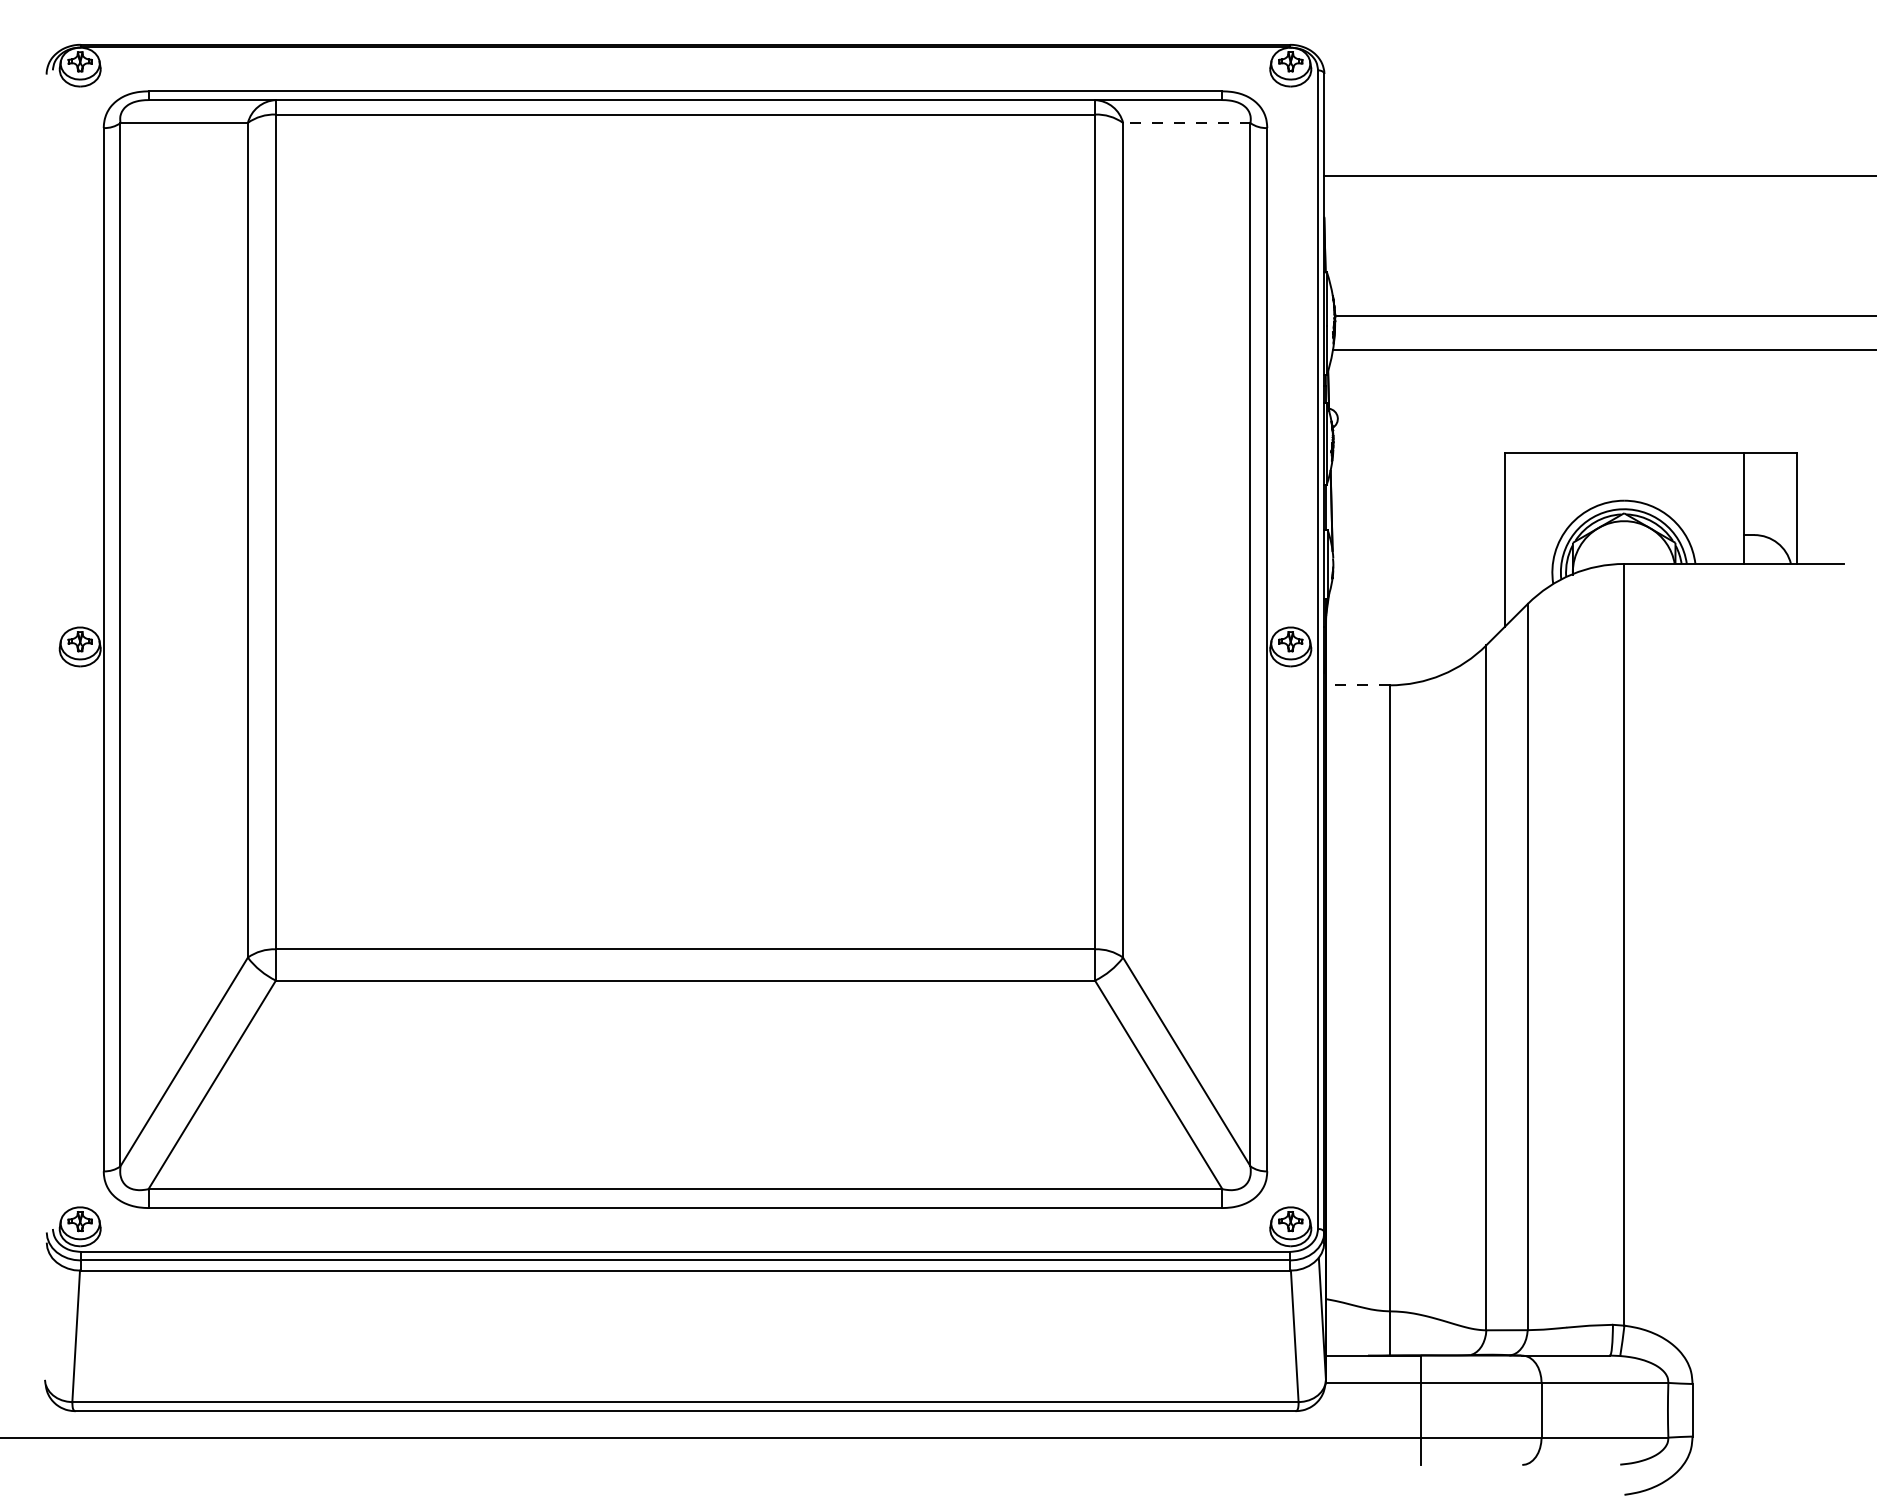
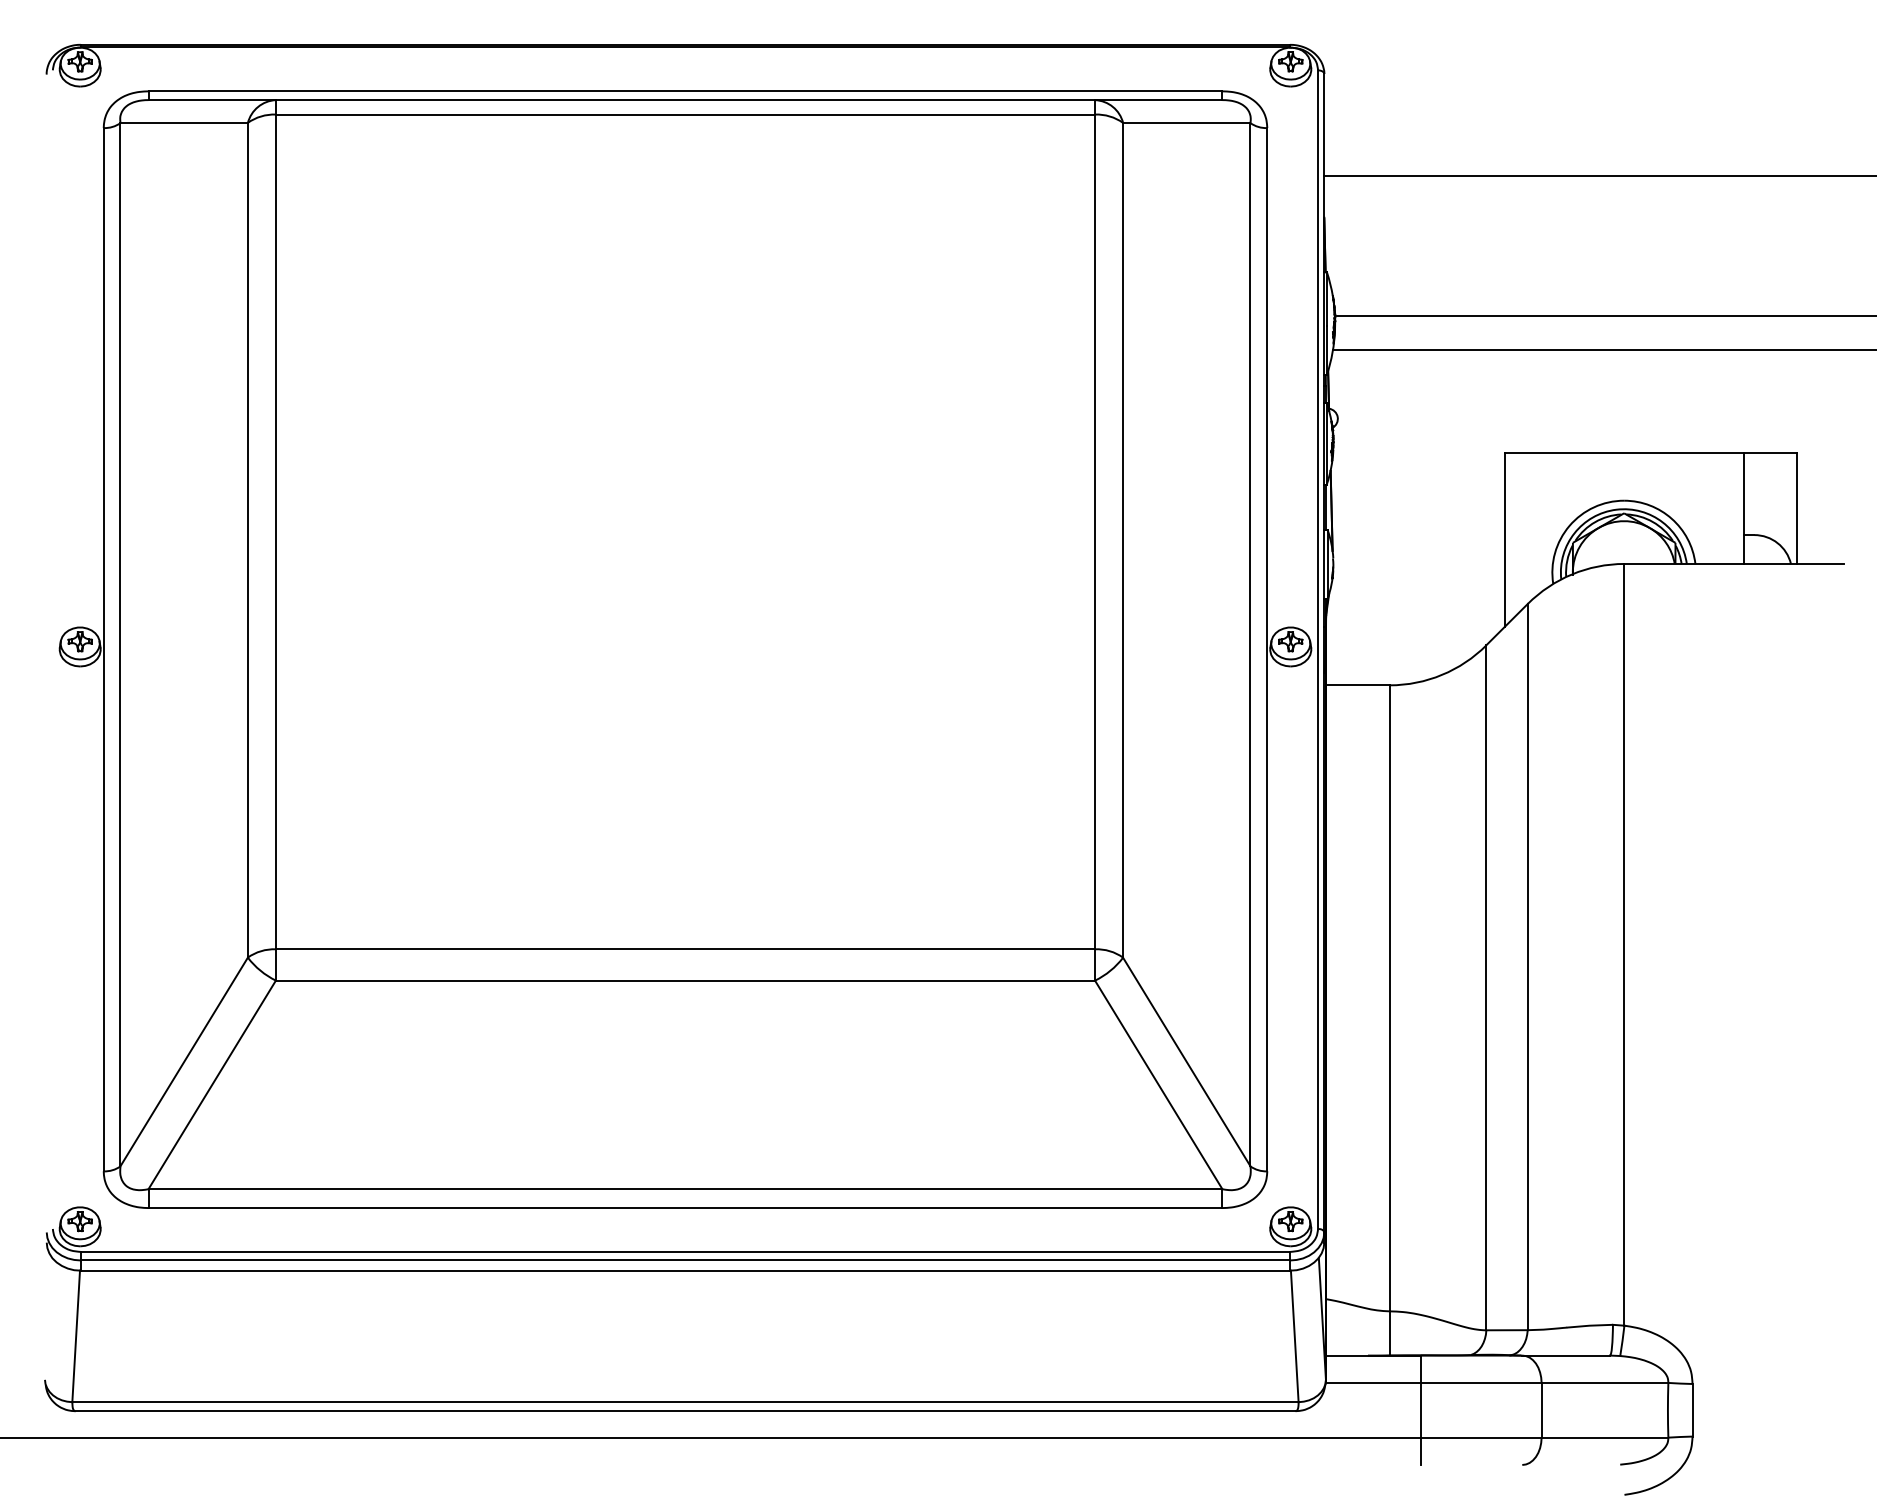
line at (1186, 122): dashed -> solid
line at (1357, 685): dashed -> solid
